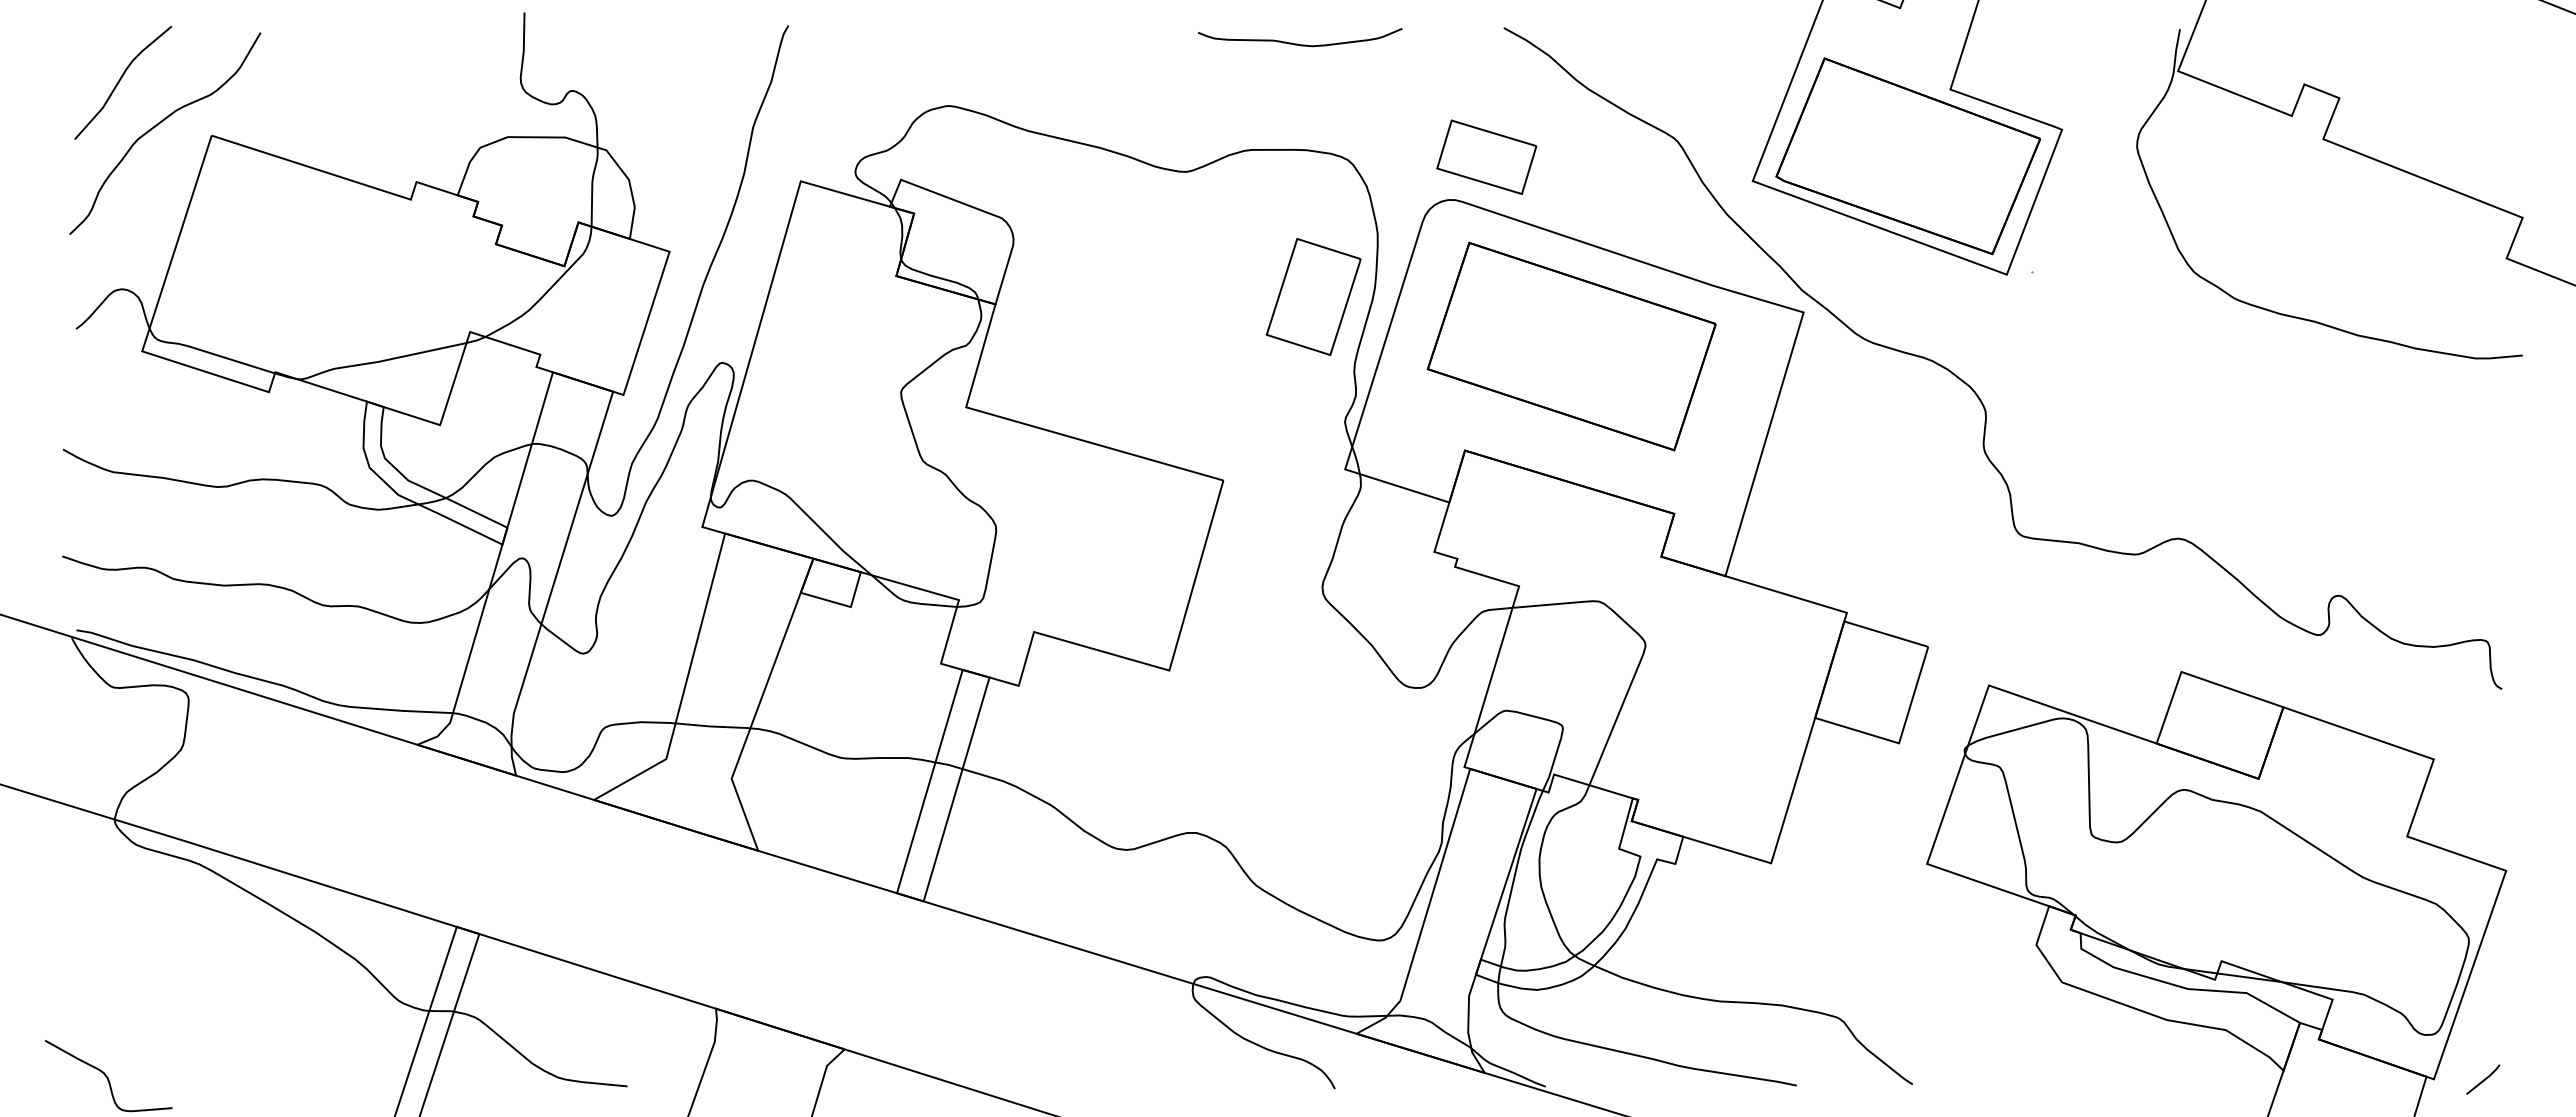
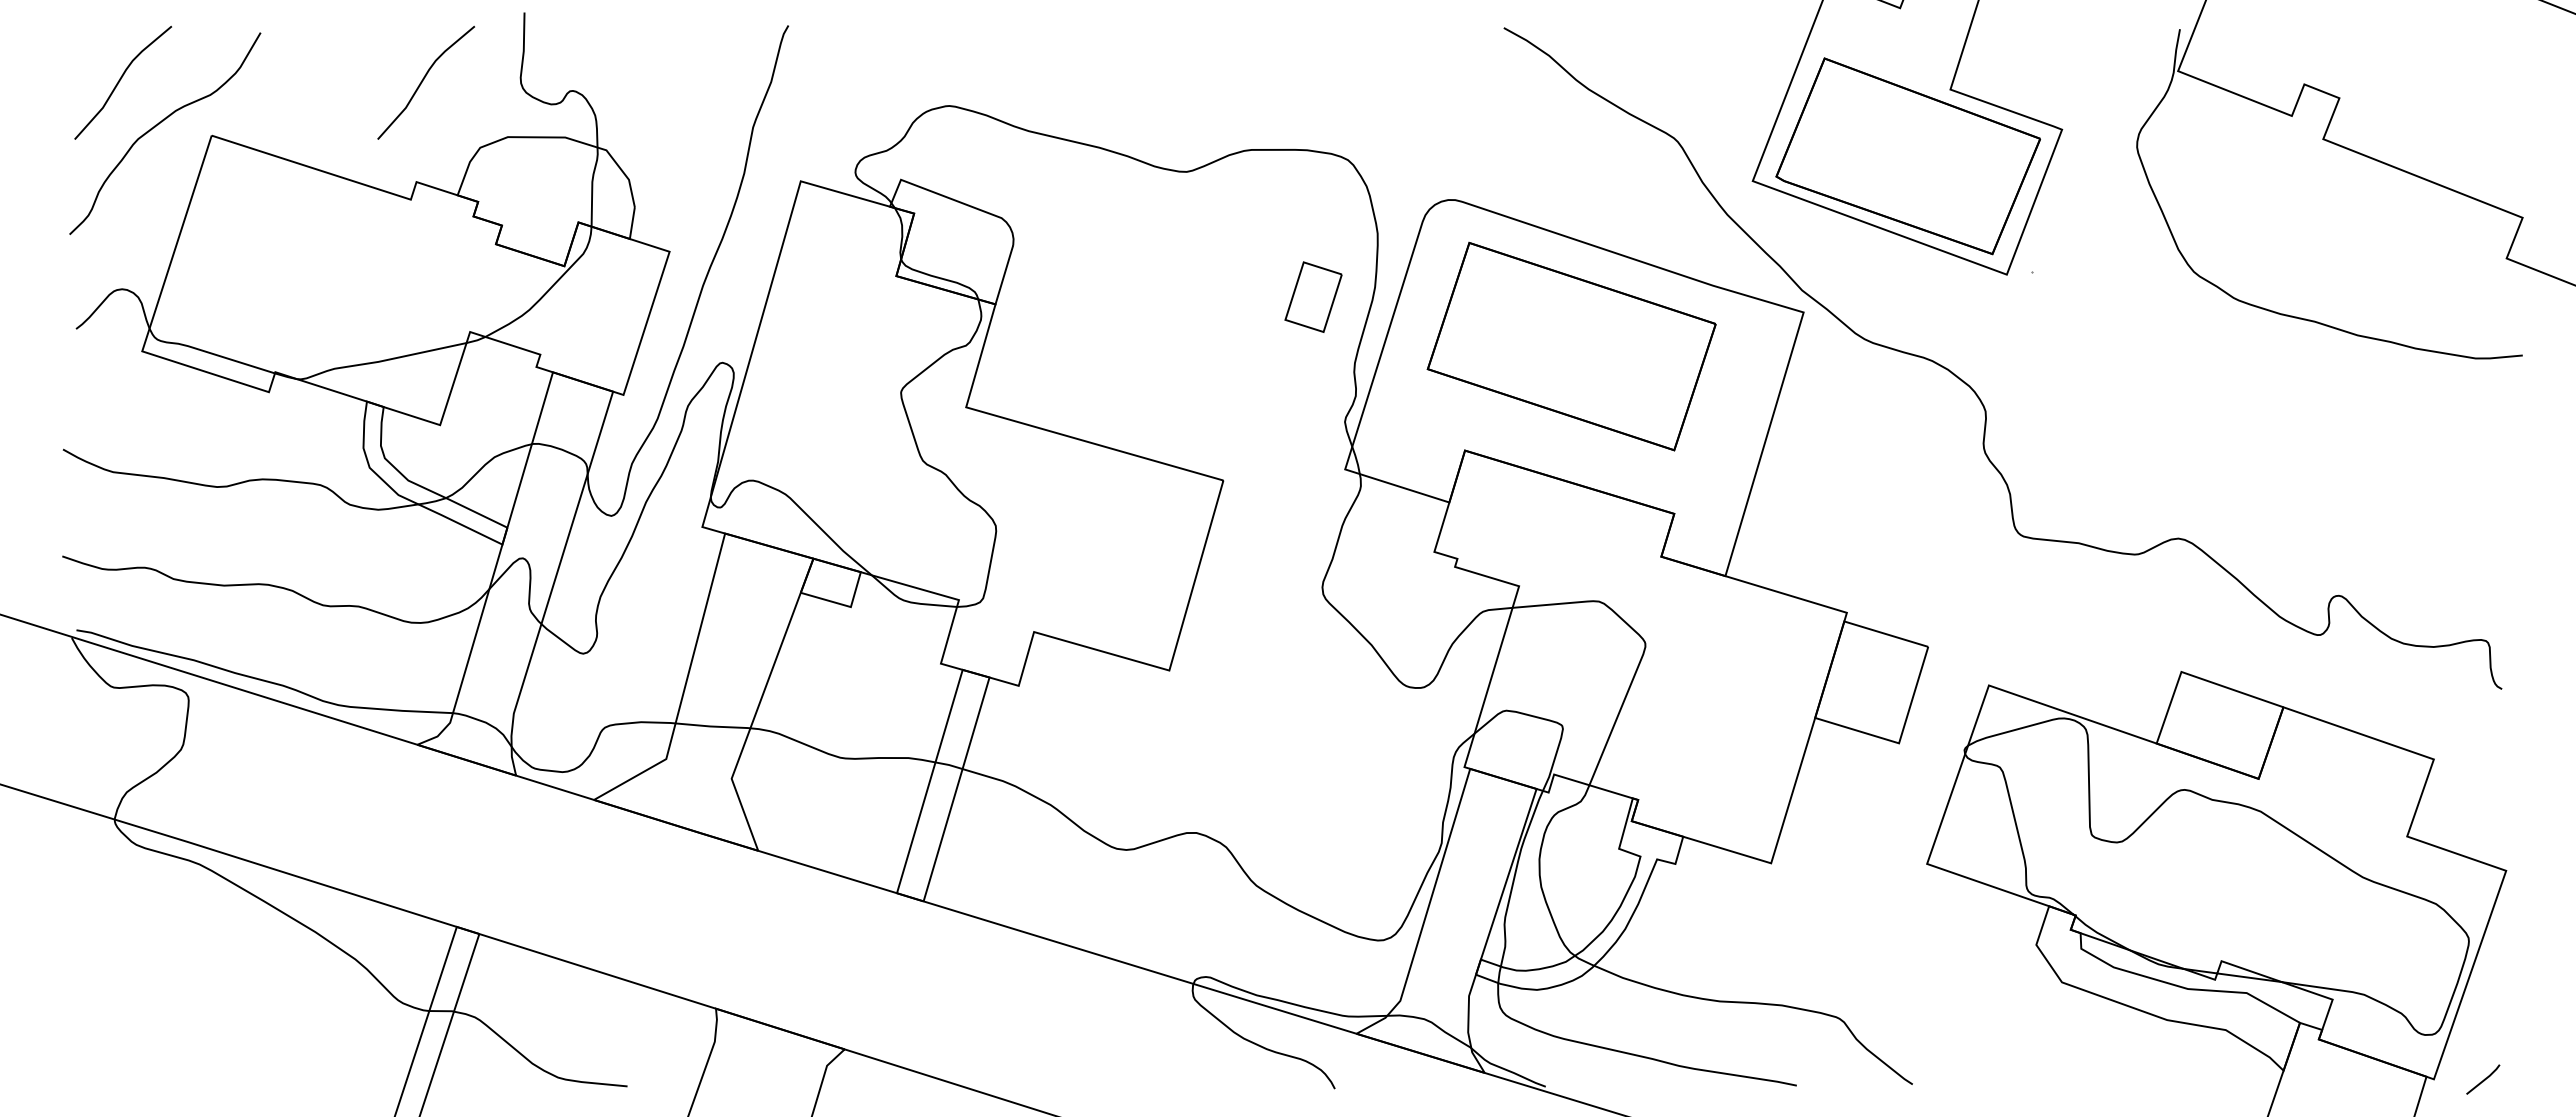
curve at (1297, 43): present -> none
curve at (423, 81): none -> present
part at (1486, 156): present -> none
part at (1313, 297) size: 97x119 px -> 59x72 px
curve at (107, 1076): present -> none
